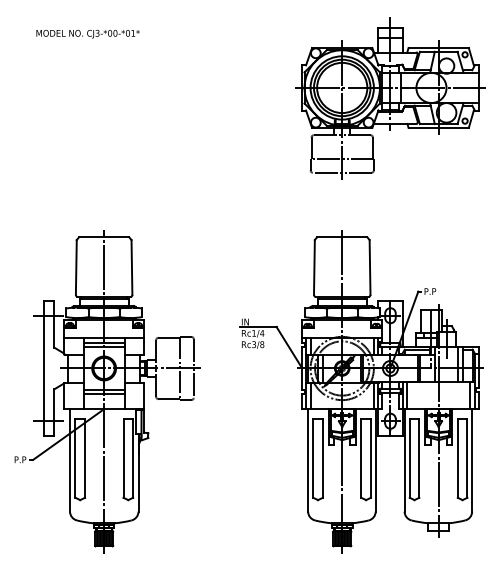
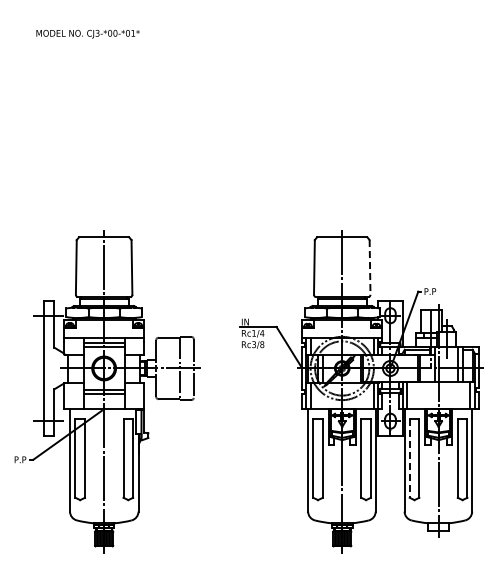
part at (390, 98): present -> none
line at (370, 267): solid -> dashed
line at (409, 458): solid -> dashed
